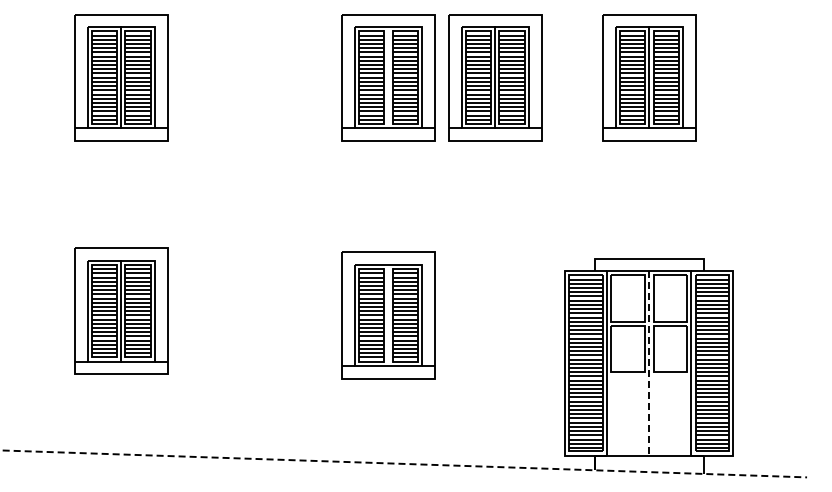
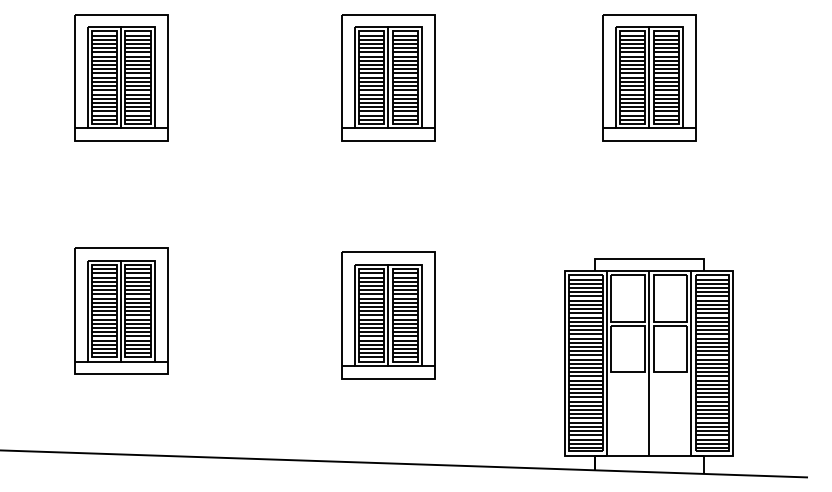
line at (388, 77): none -> present
part at (495, 77): present -> none
line at (388, 314): none -> present
line at (649, 363): dashed -> solid
line at (404, 463): dashed -> solid
